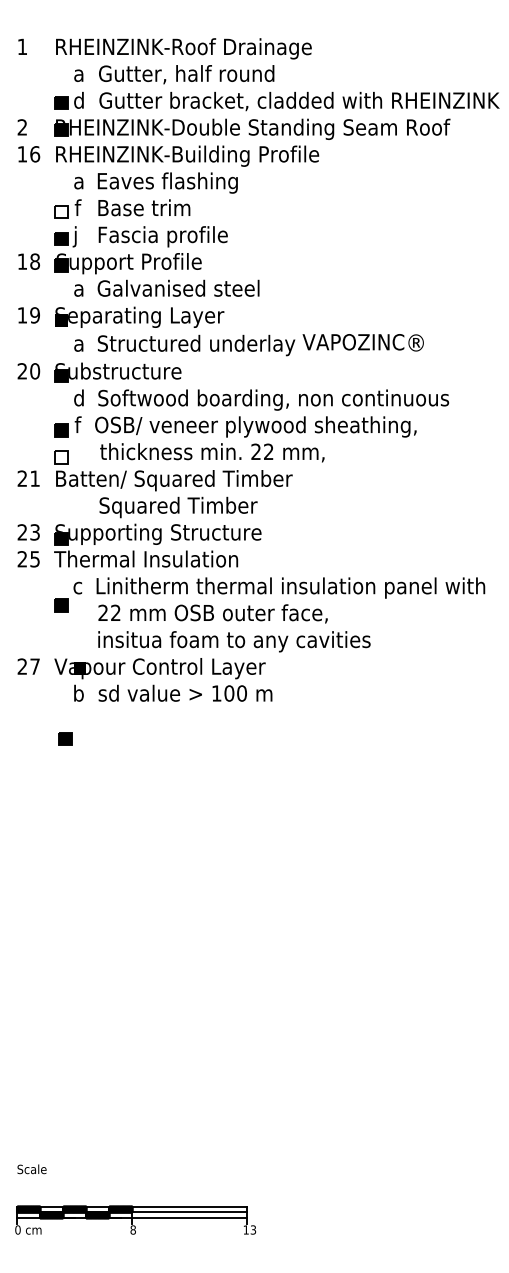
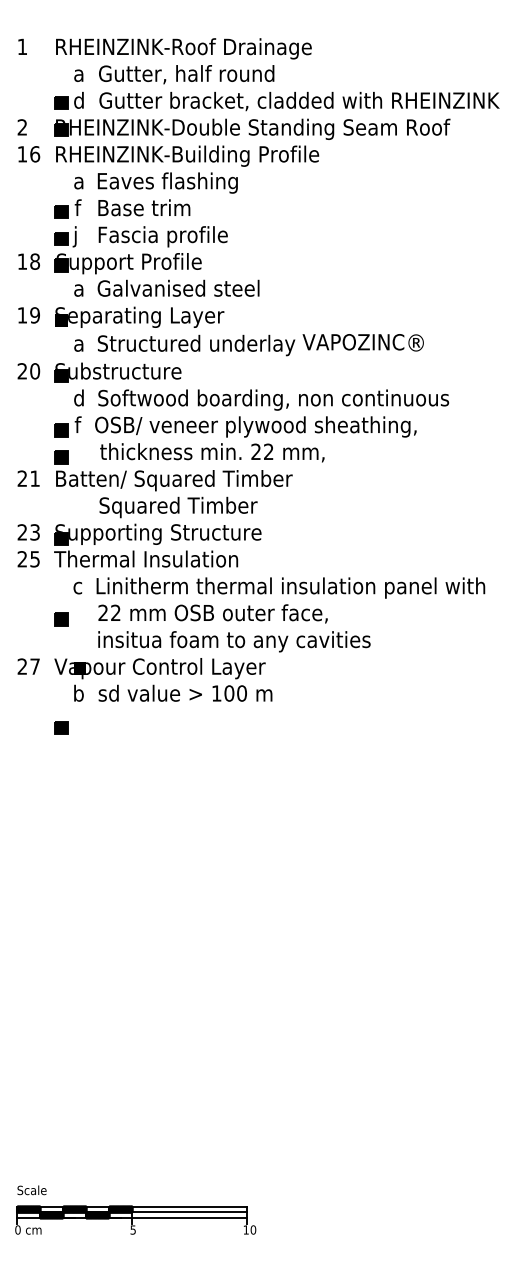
fill at (61, 211): none -> present
fill at (61, 457): none -> present
part at (61, 605) position: (61, 605) -> (61, 619)
part at (65, 738) position: (65, 738) -> (61, 727)
text at (31, 1169) position: (31, 1169) -> (31, 1190)
text at (132, 1229): 8 -> 5
text at (253, 1229): 13 -> 10
